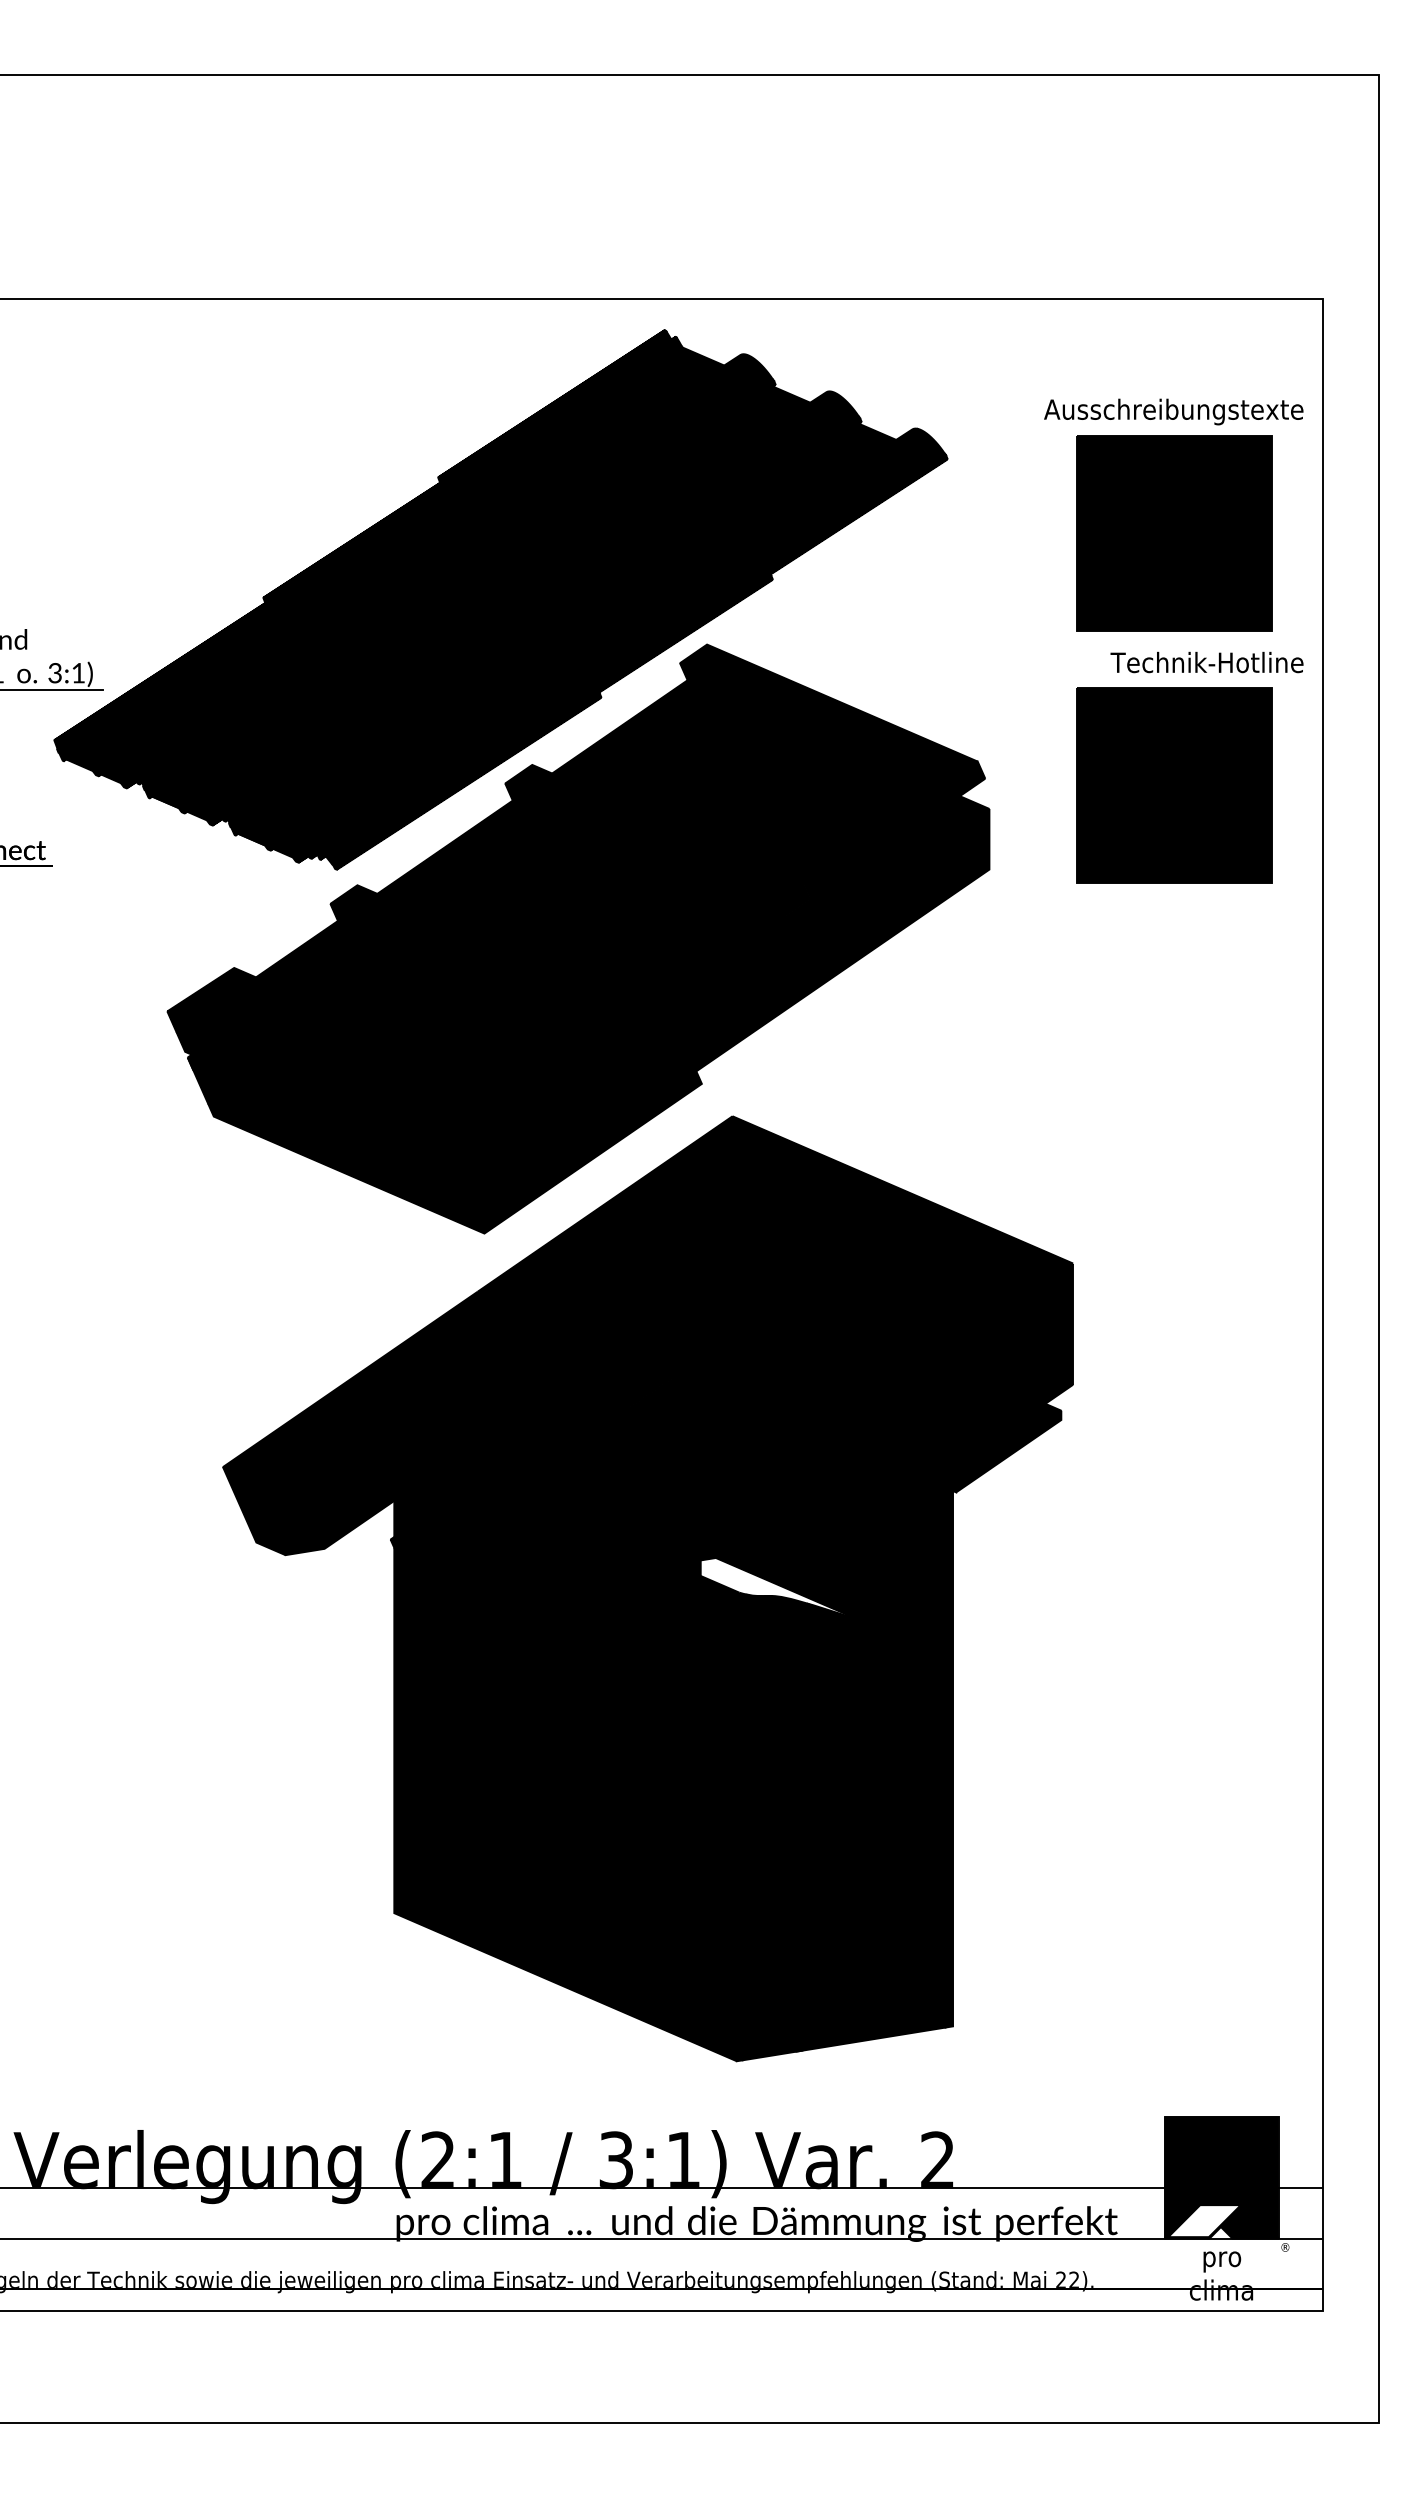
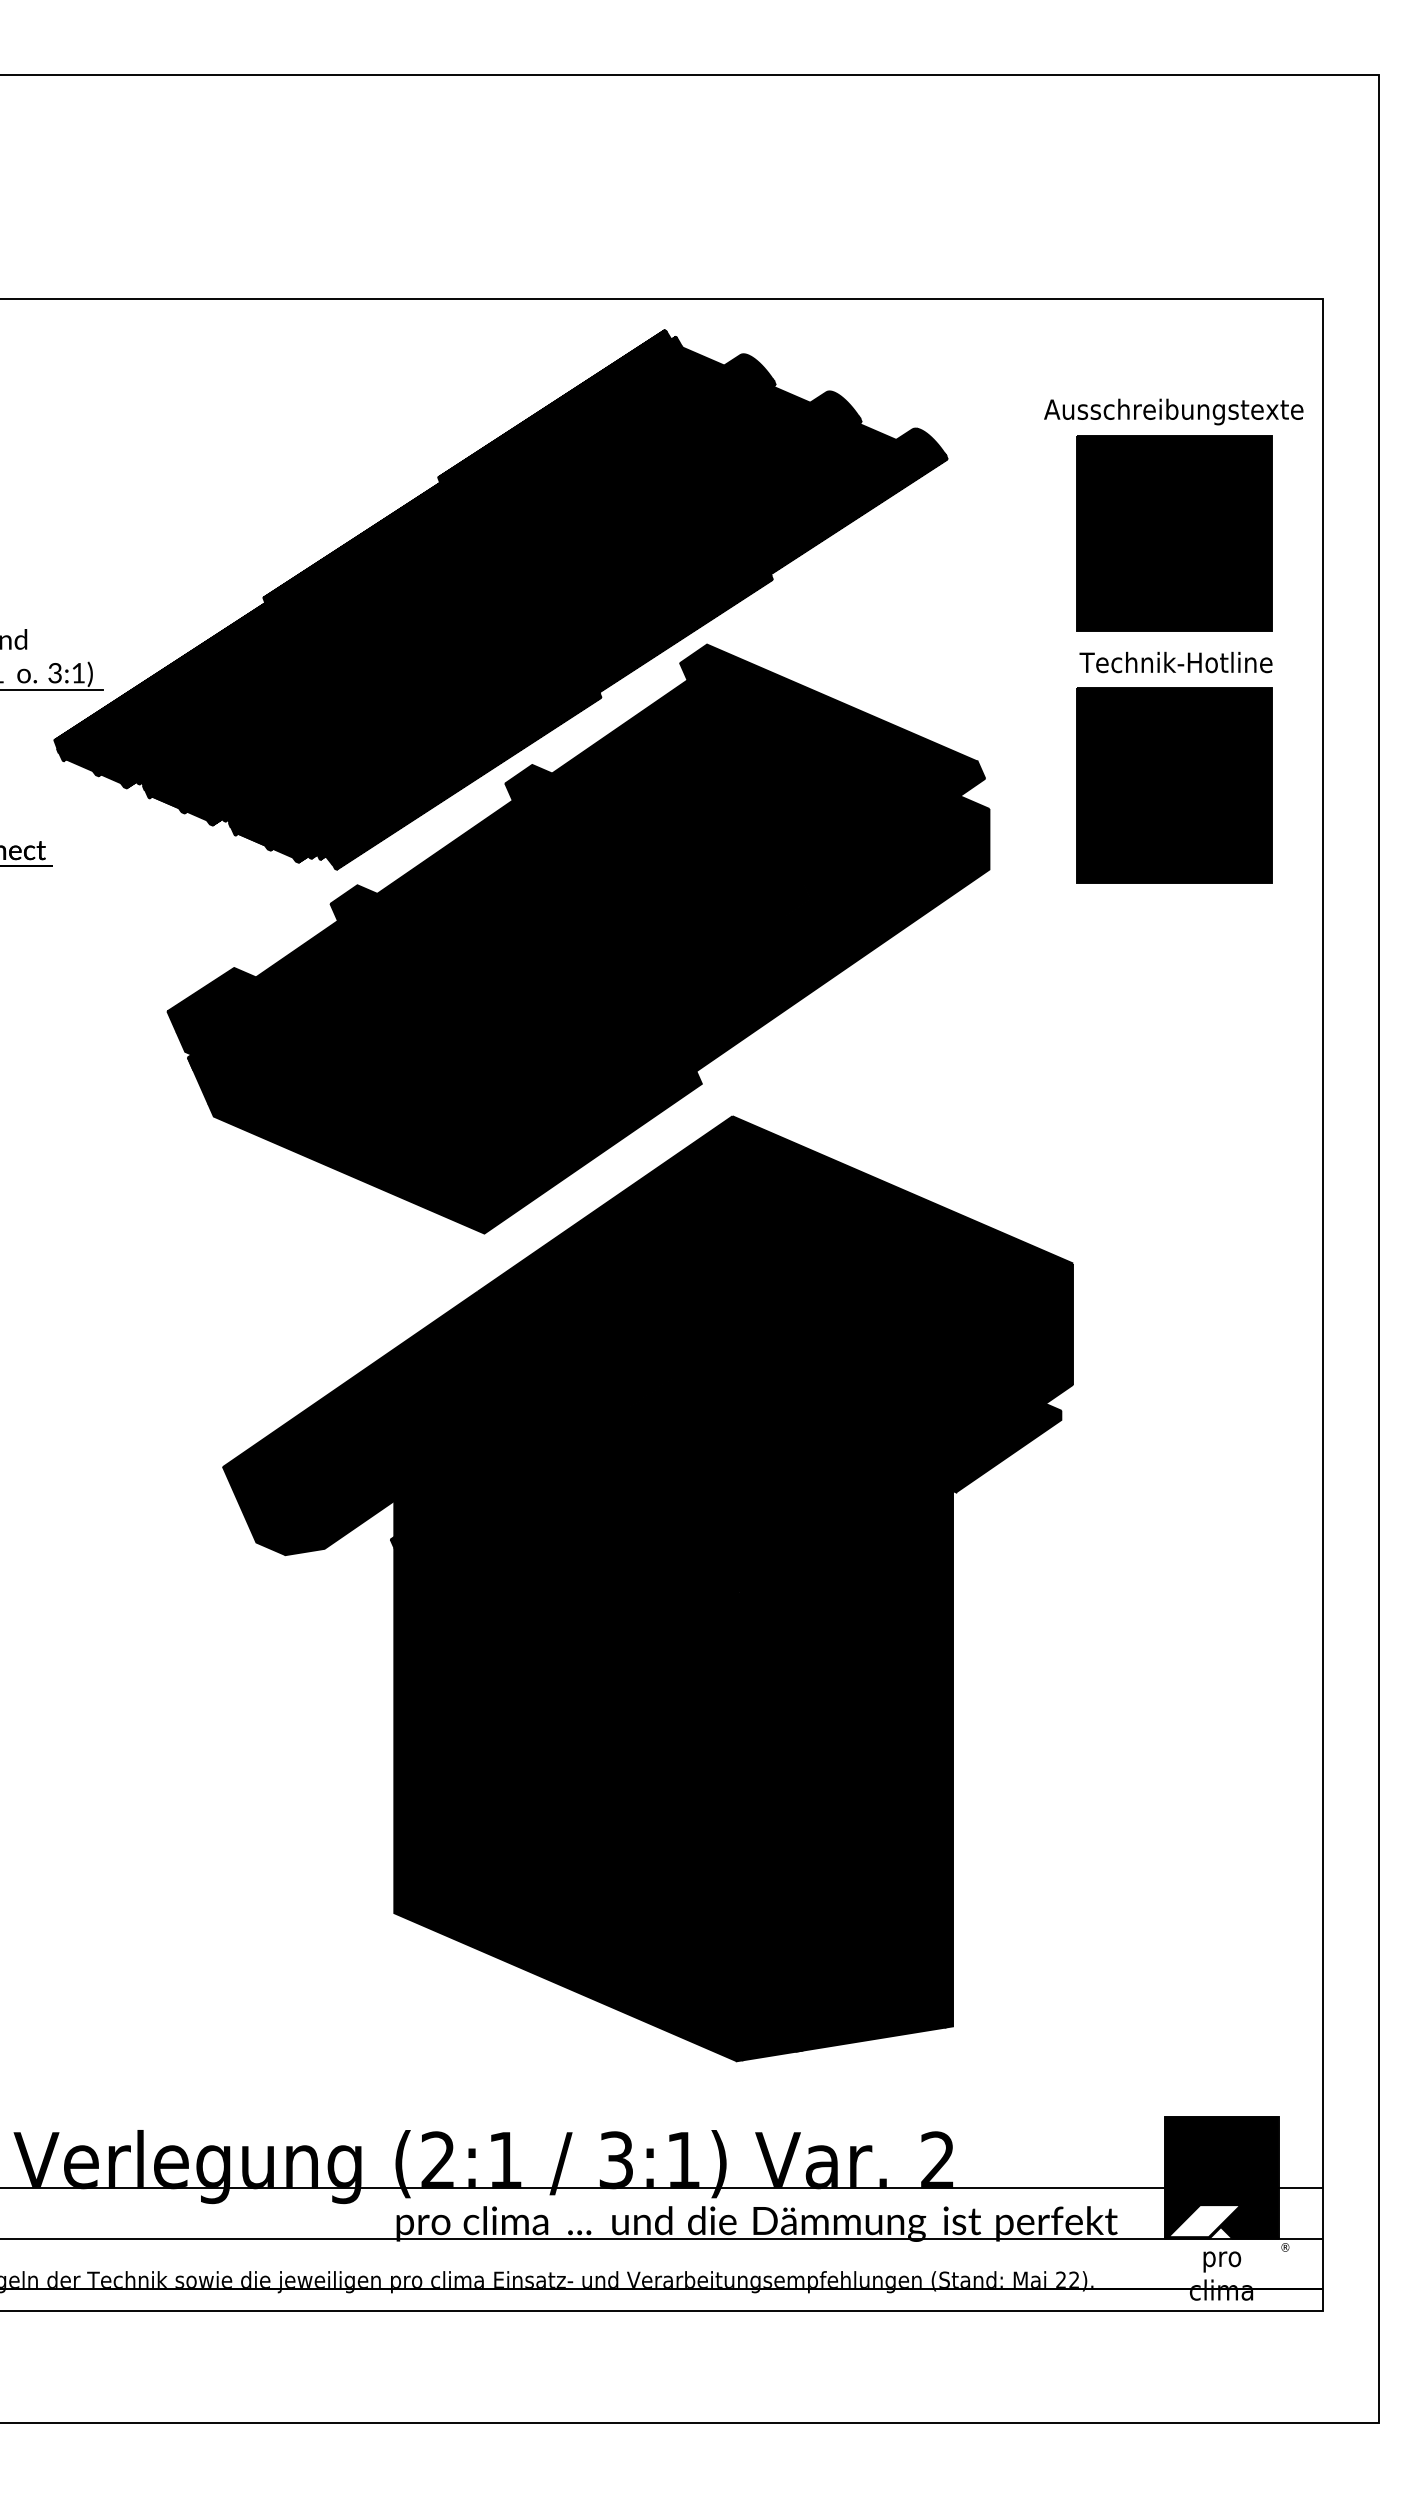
text at (1206, 662) position: (1206, 662) -> (1175, 662)
fill at (779, 1588): none -> present
